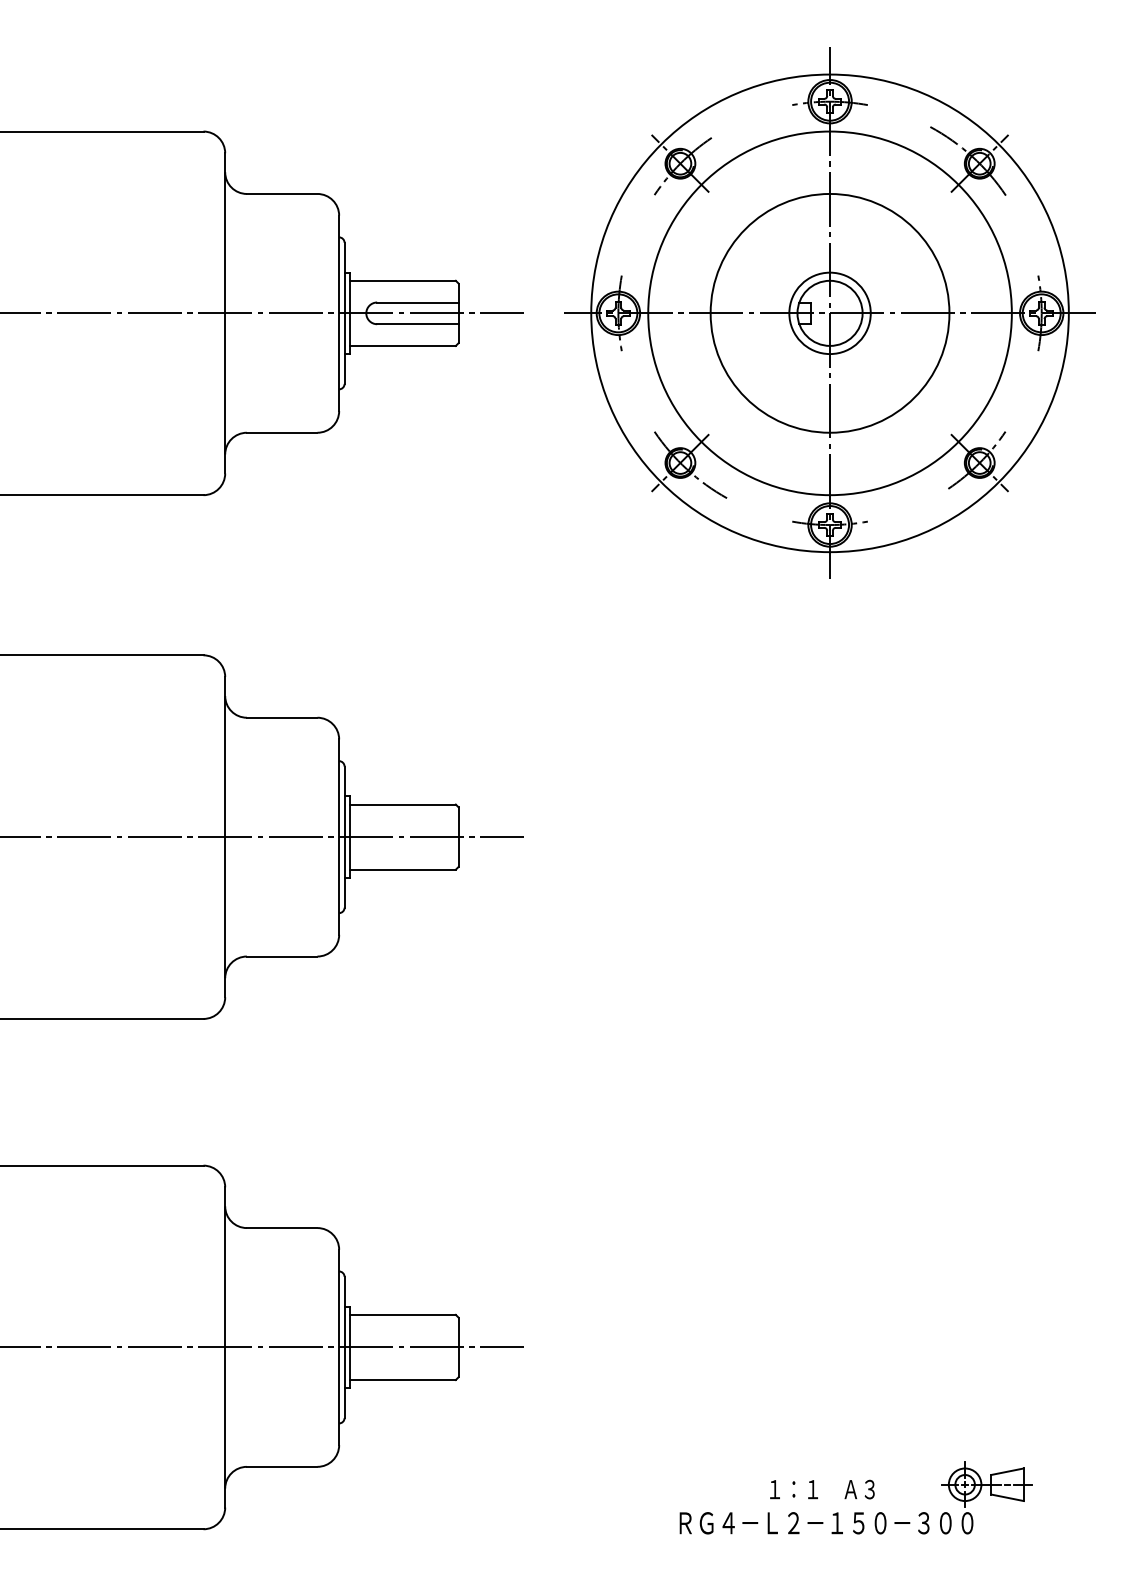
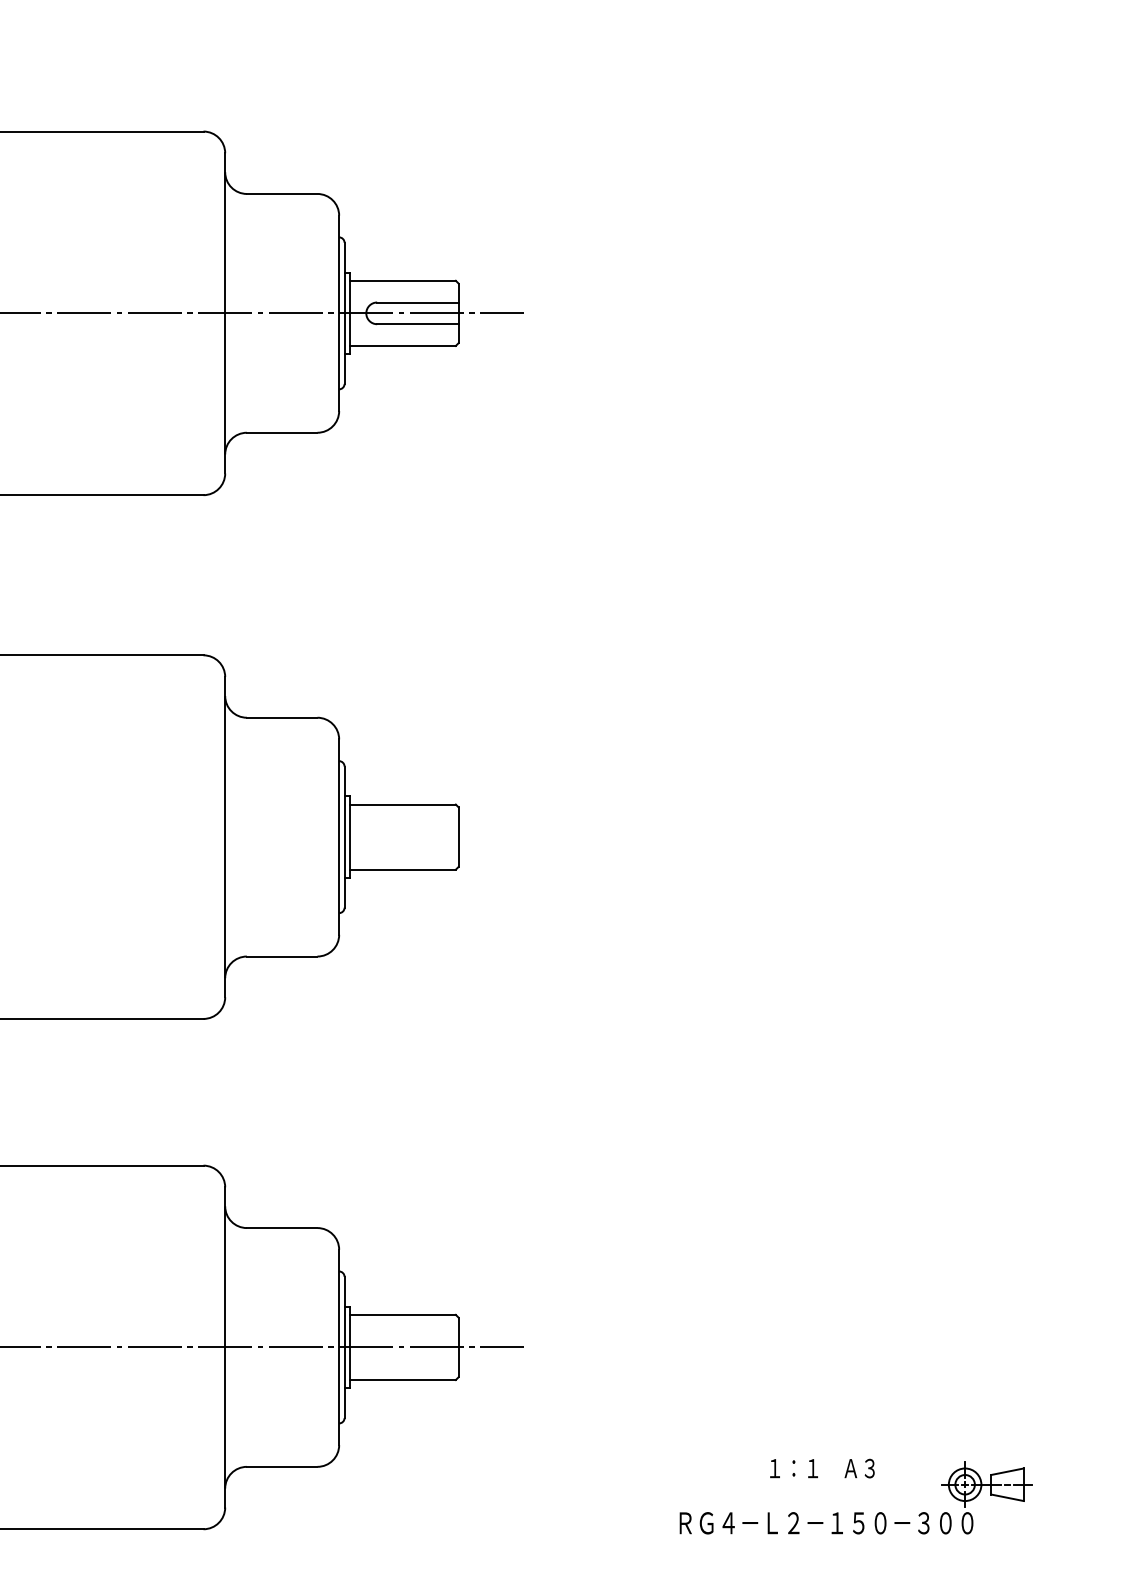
part at (829, 312): present -> none
line at (262, 837): present -> none
text at (822, 1489) position: (822, 1489) -> (822, 1468)
